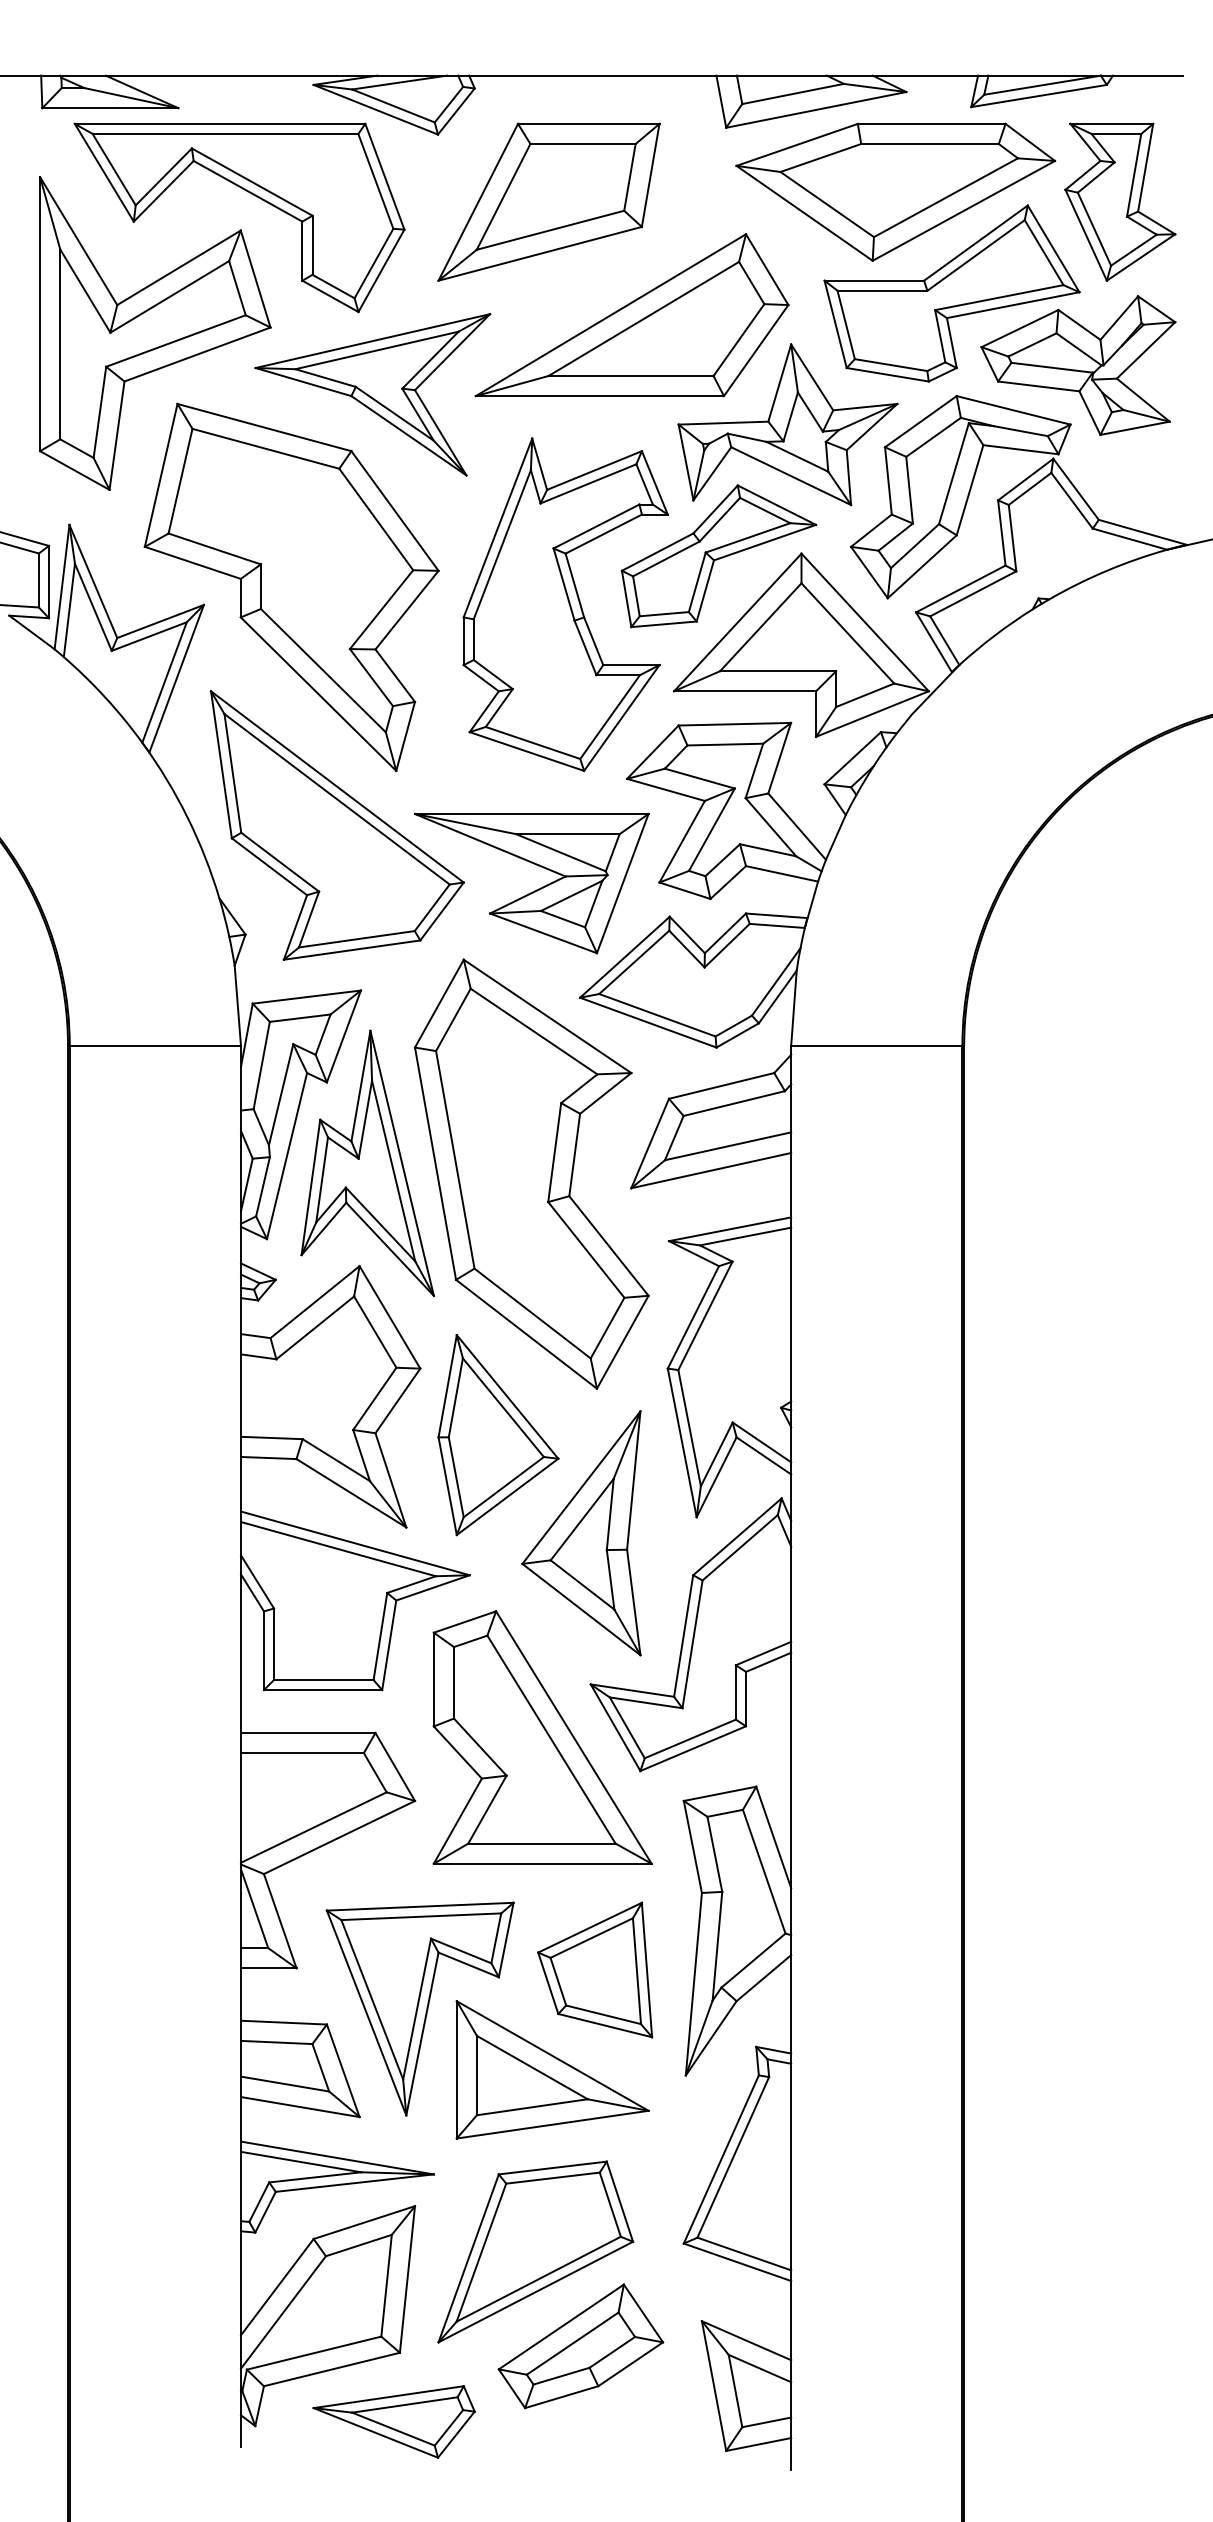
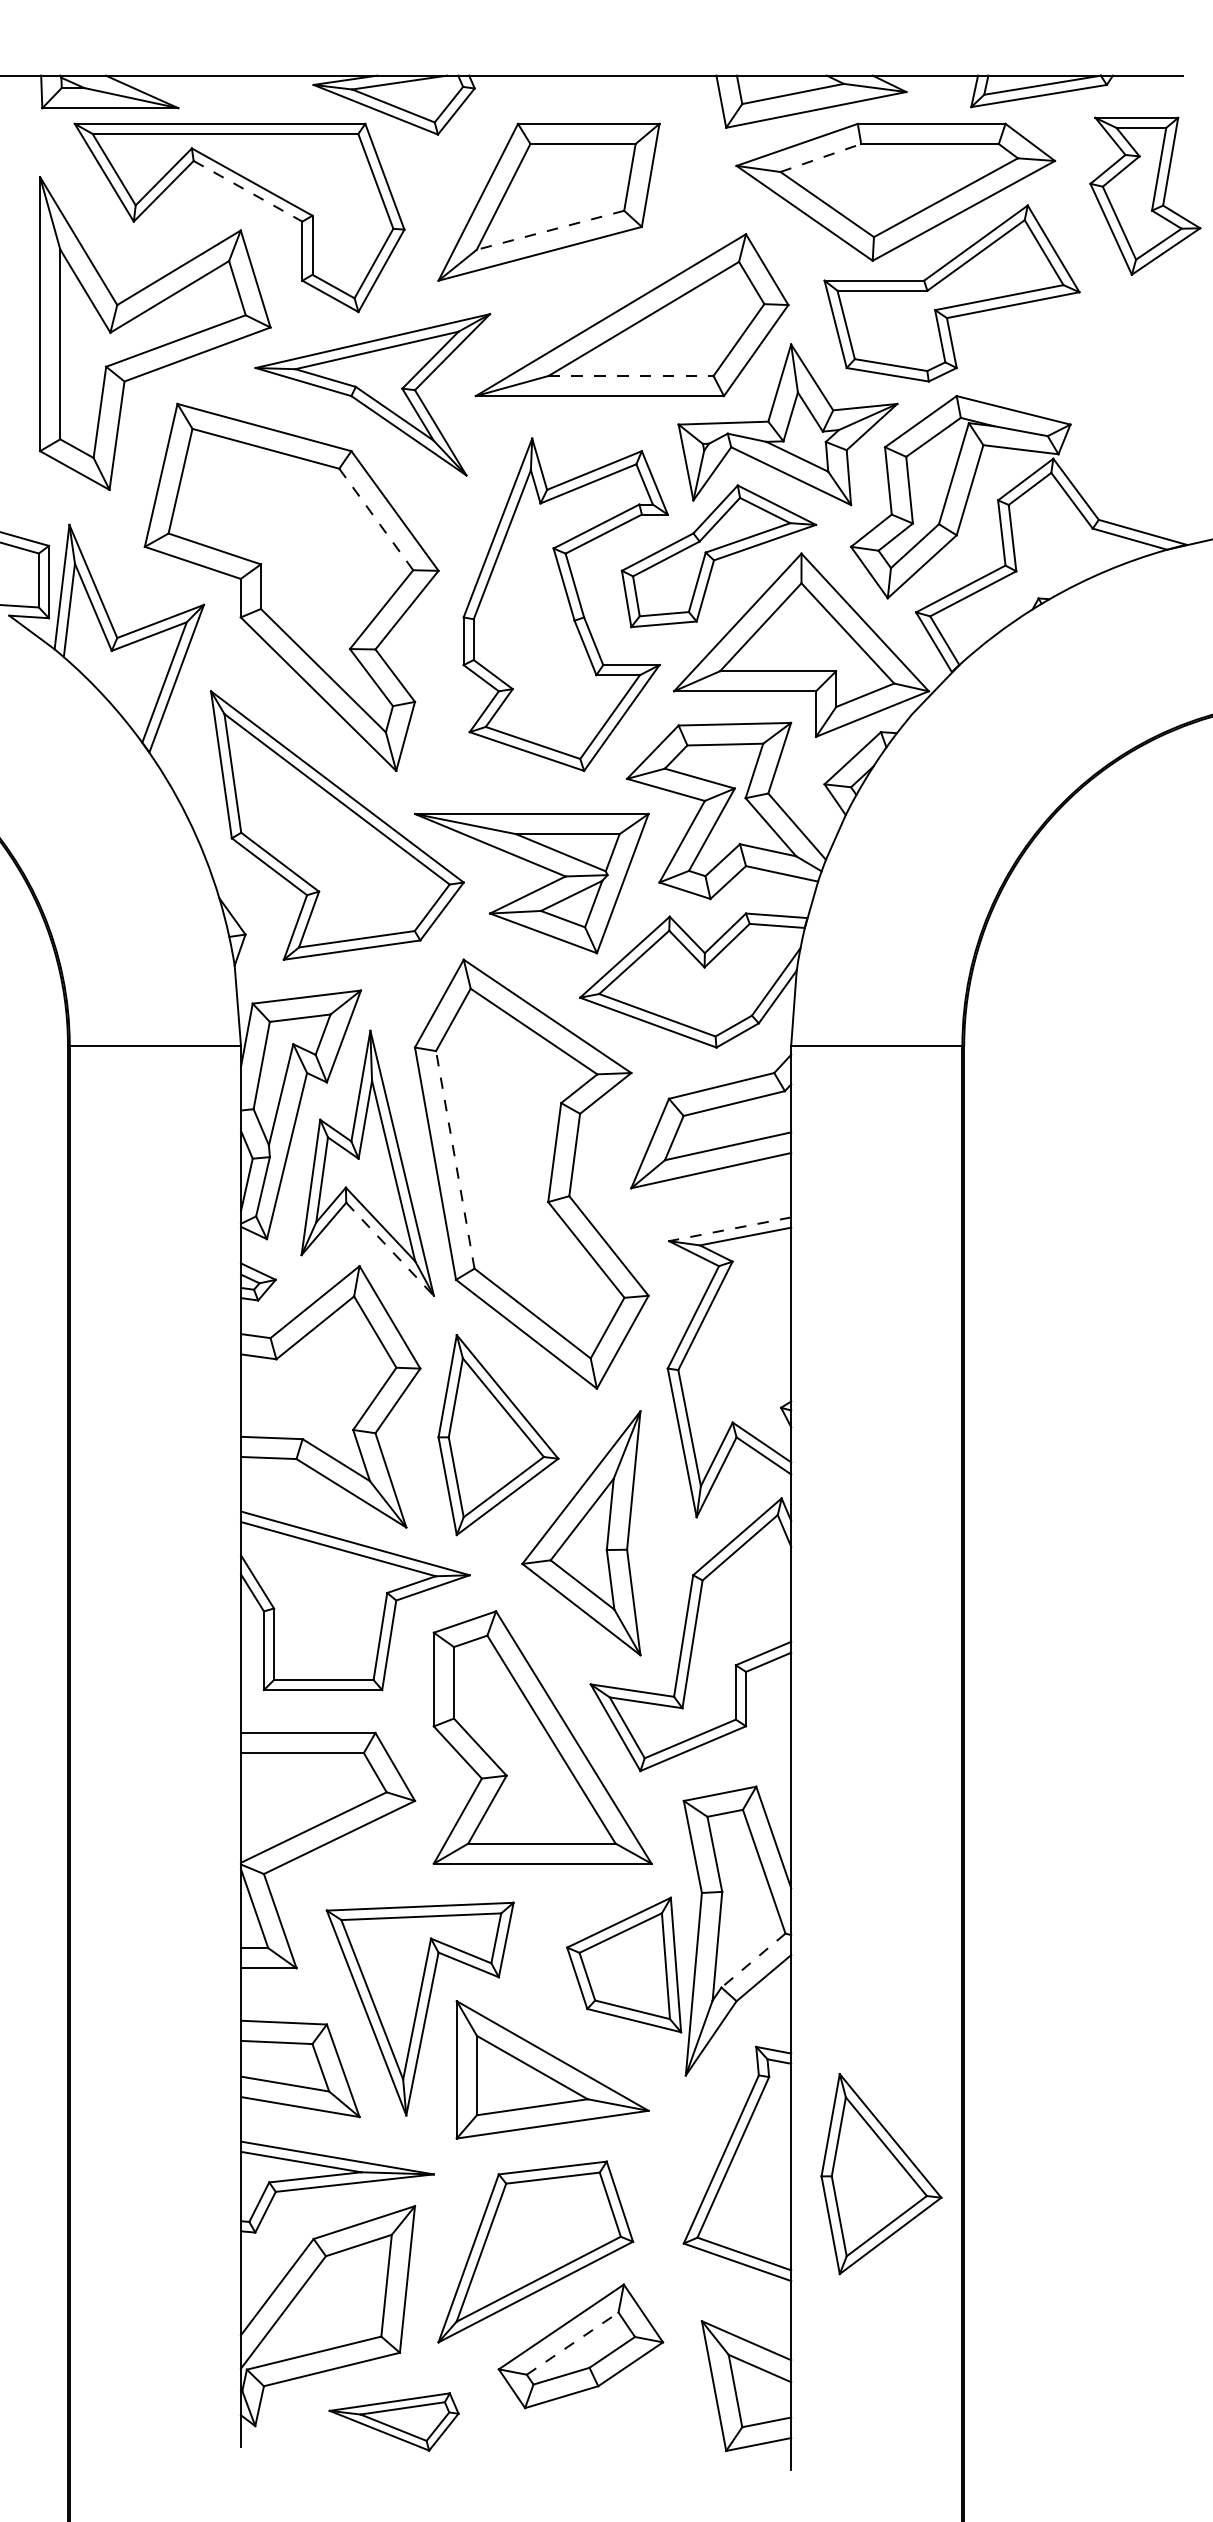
line at (820, 158): solid -> dashed
line at (248, 191): solid -> dashed
part at (1120, 201) position: (1120, 201) -> (1145, 195)
line at (550, 230): solid -> dashed
part at (1078, 365): present -> none
line at (631, 375): solid -> dashed
line at (376, 519): solid -> dashed
line at (455, 1159): solid -> dashed
line at (729, 1229): solid -> dashed
line at (390, 1249): solid -> dashed
line at (753, 1960): solid -> dashed
part at (595, 1969) position: (595, 1969) -> (624, 1964)
part at (881, 2174): none -> present
line at (573, 2343): solid -> dashed
part at (393, 2421) size: 164x74 px -> 132x60 px
